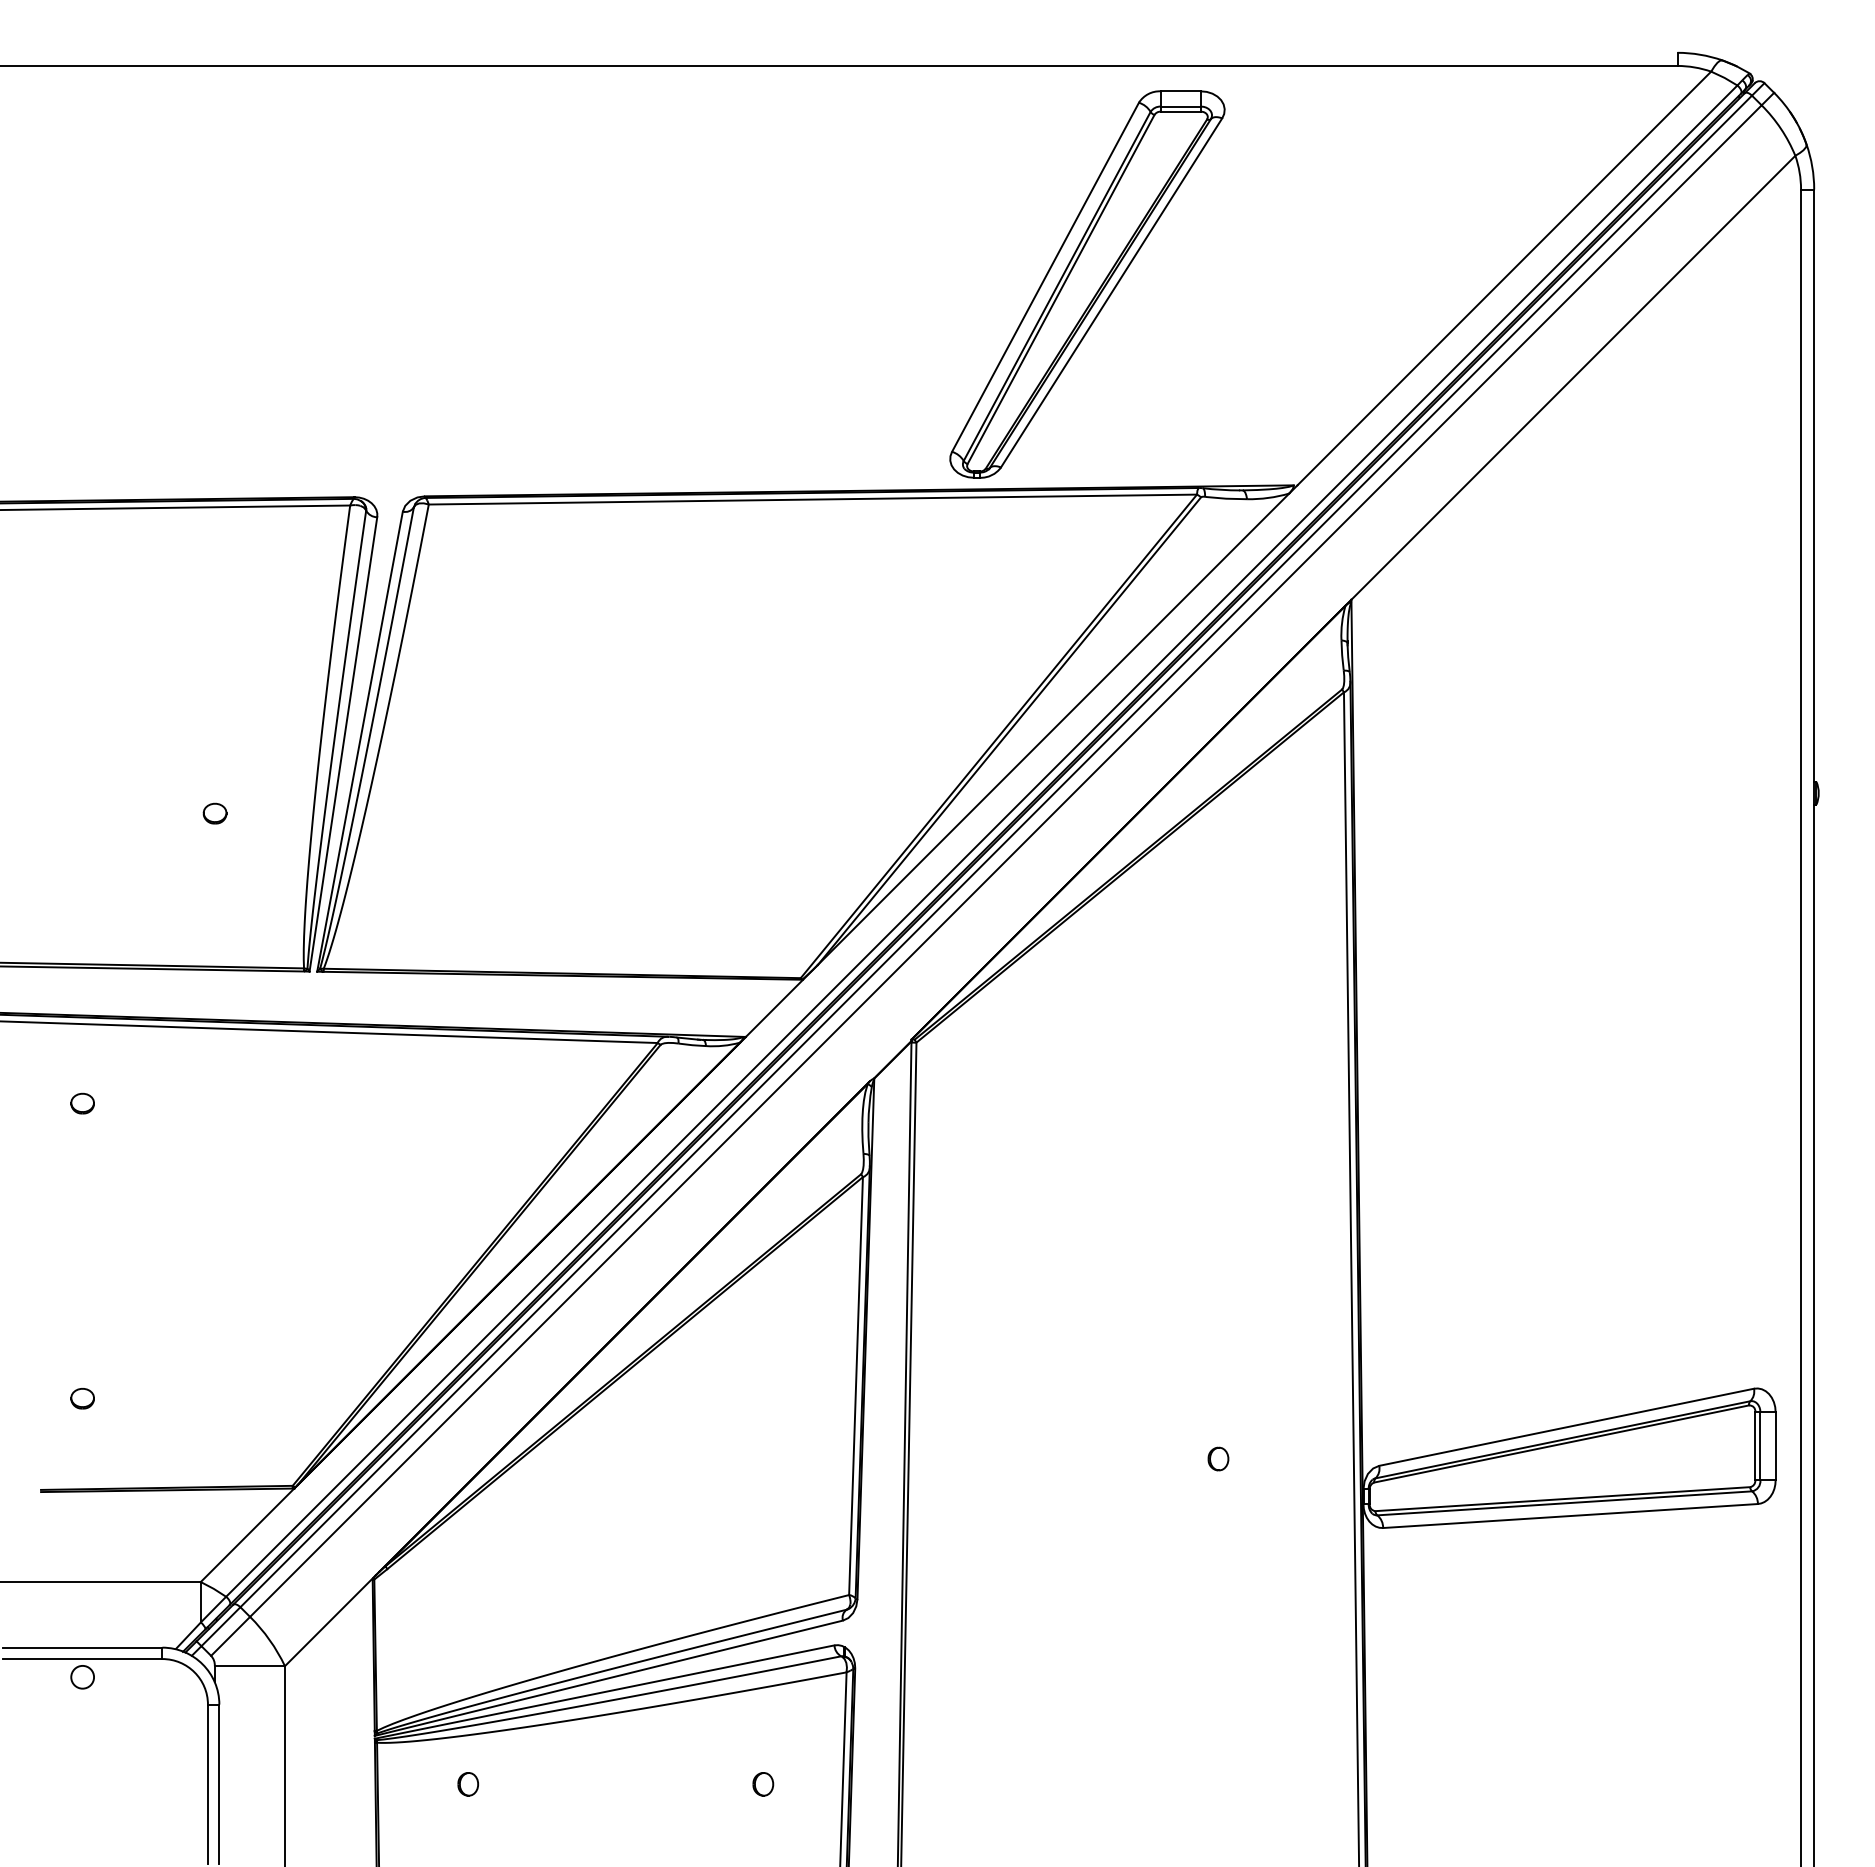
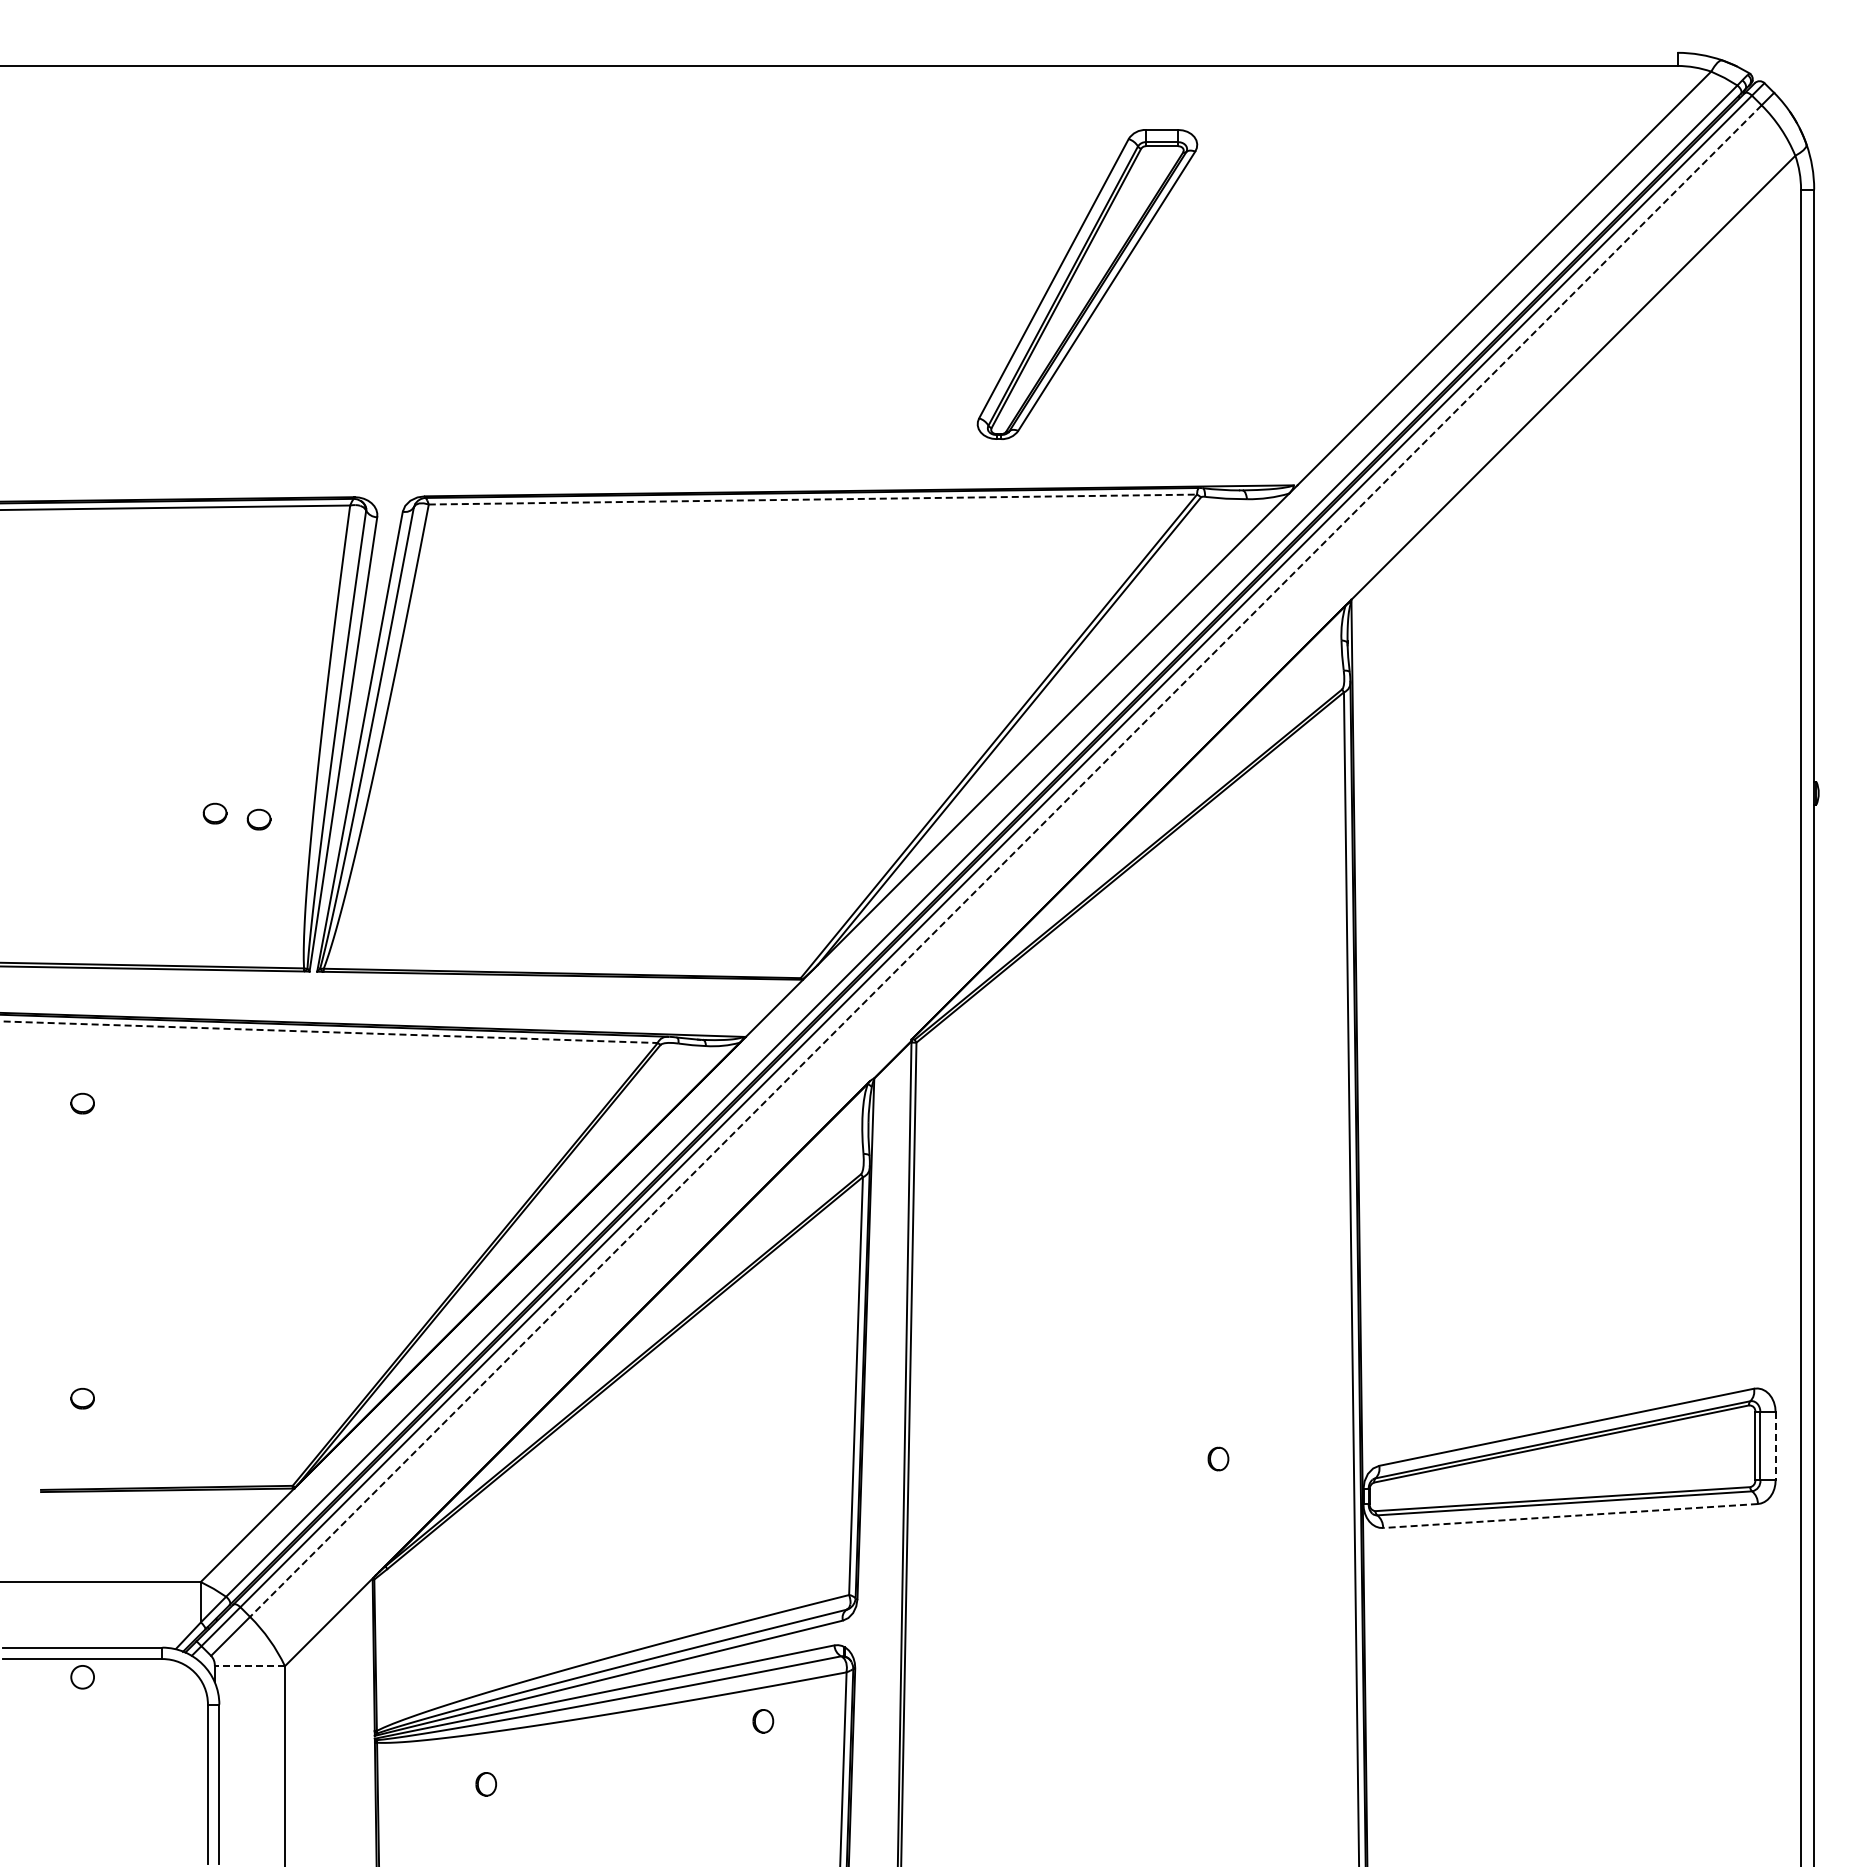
part at (1087, 284) size: 277x389 px -> 223x311 px
line at (813, 499): solid -> dashed
part at (258, 819): none -> present
line at (1005, 861): solid -> dashed
line at (329, 1032): solid -> dashed
line at (1775, 1446): solid -> dashed
line at (1570, 1516): solid -> dashed
line at (249, 1666): solid -> dashed
part at (467, 1784) position: (467, 1784) -> (485, 1784)
part at (763, 1784) position: (763, 1784) -> (763, 1721)
